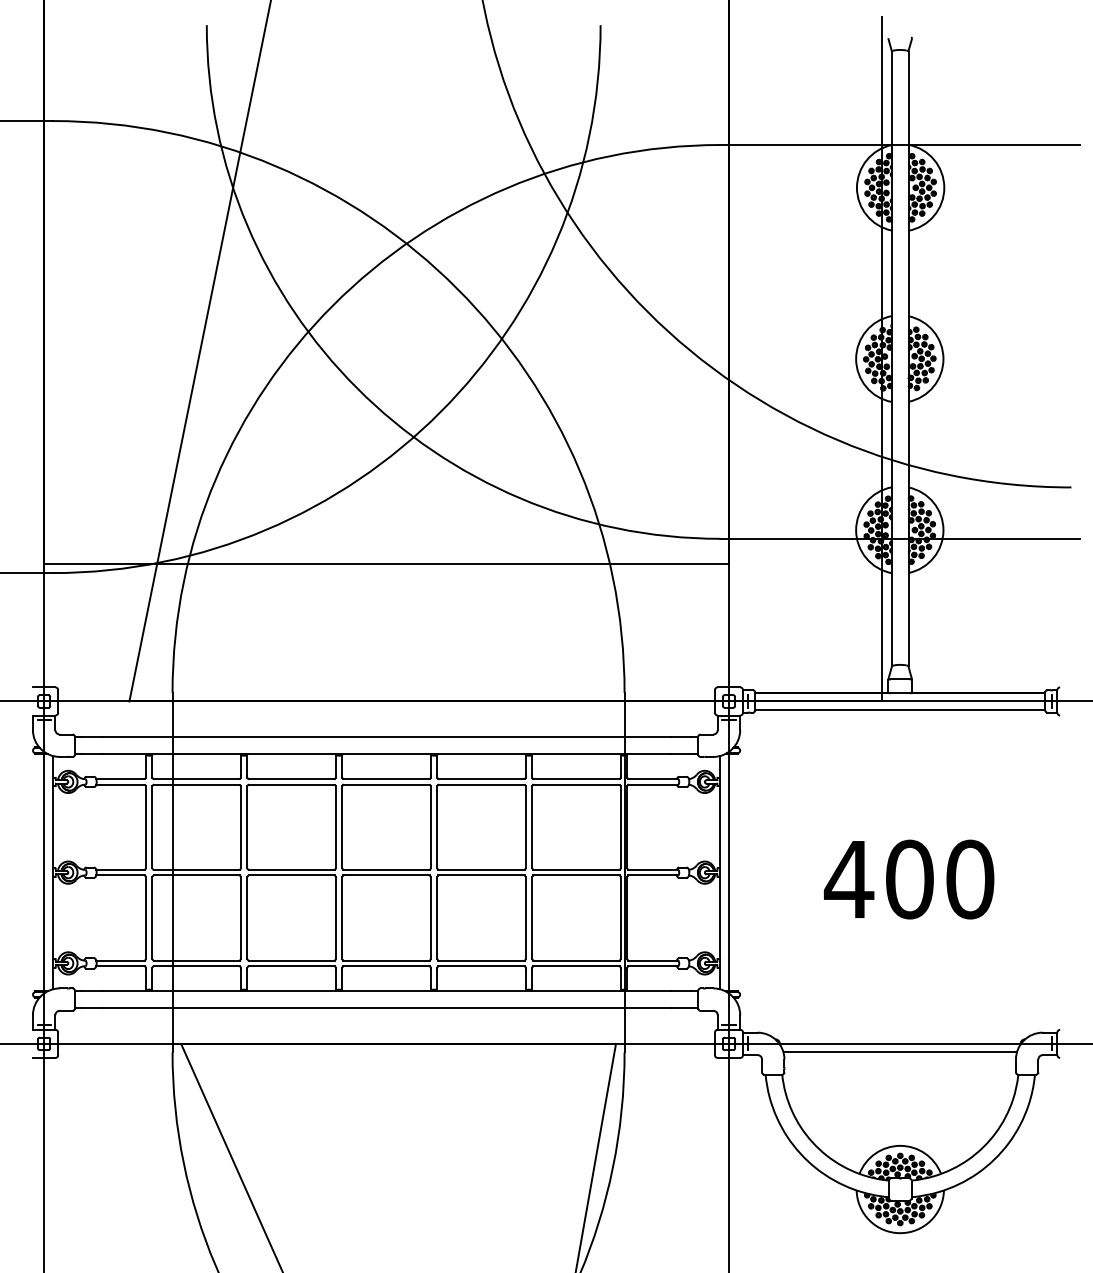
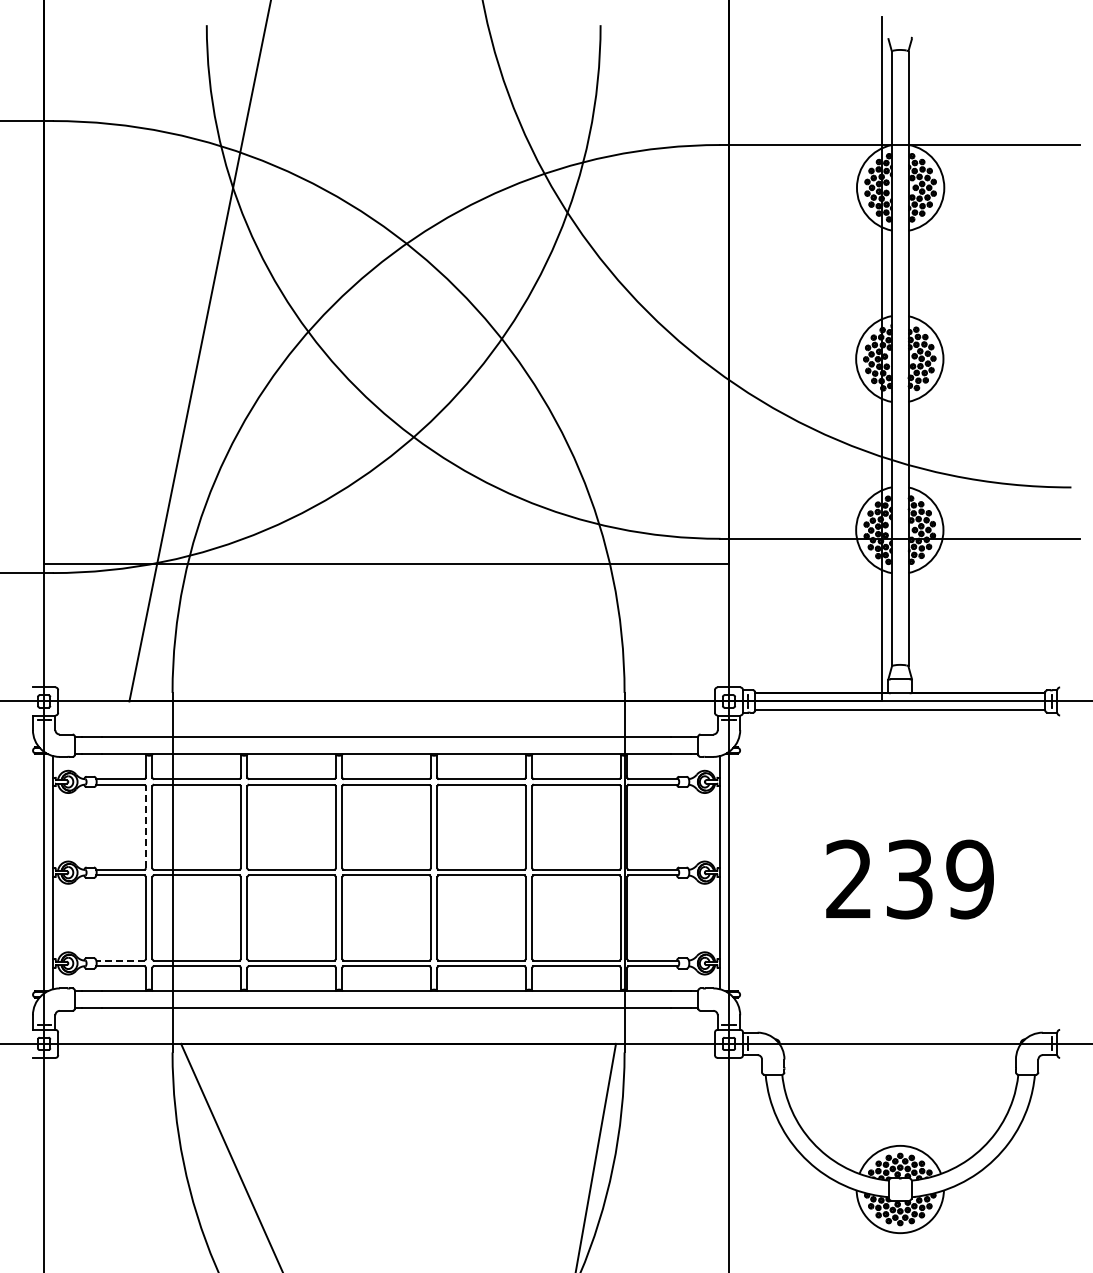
line at (146, 826): solid -> dashed
text at (908, 879): 400 -> 239
line at (120, 960): solid -> dashed
line at (899, 1052): present -> none
